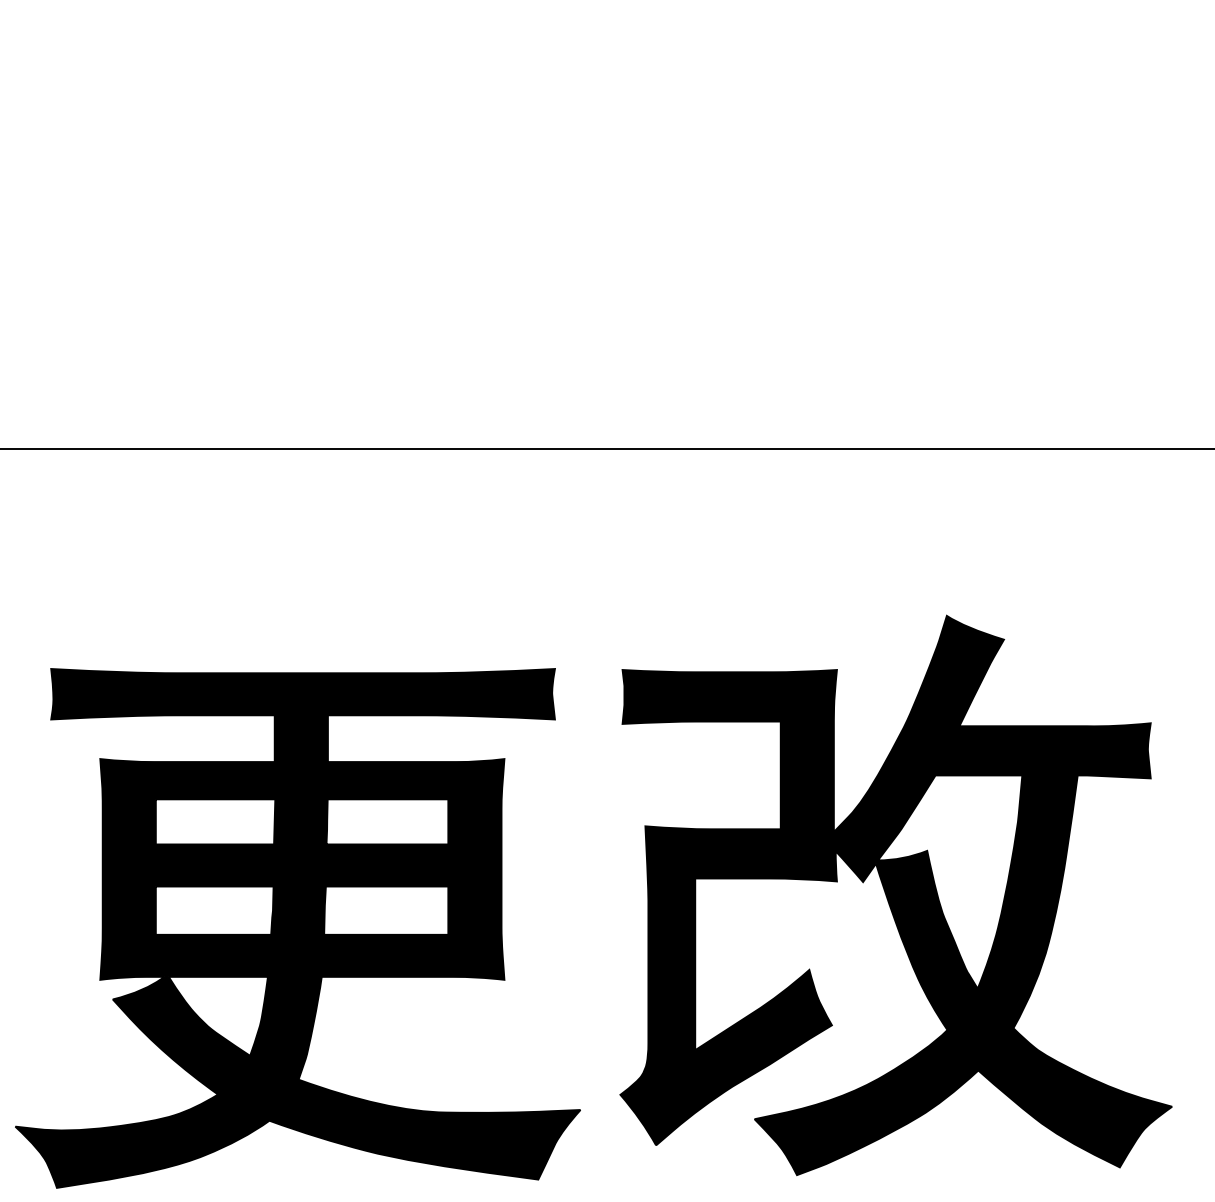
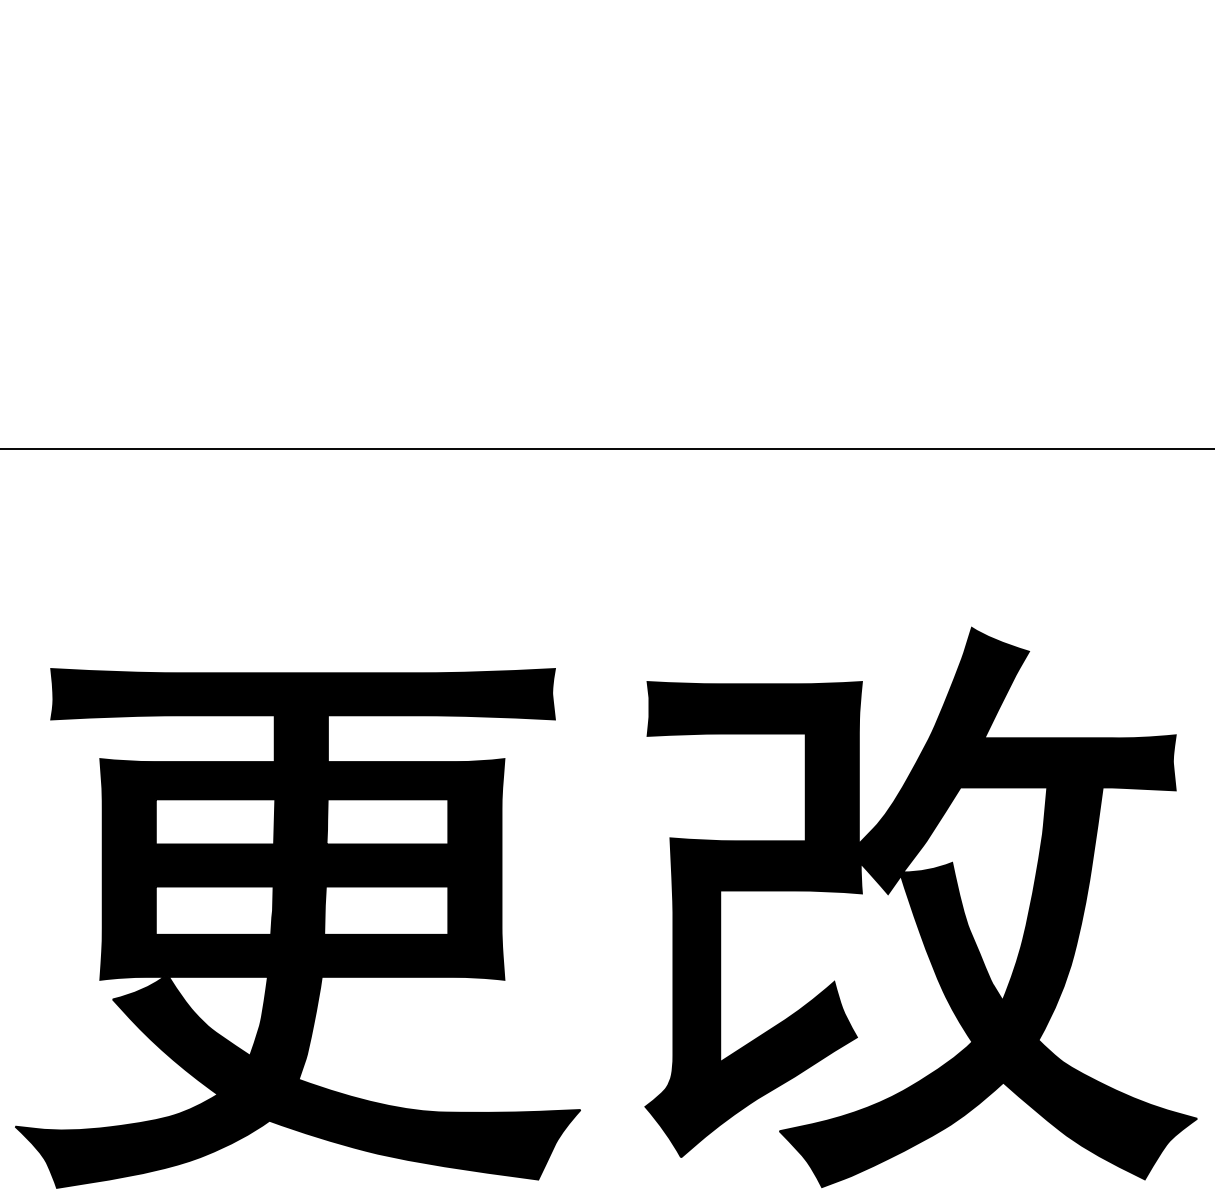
part at (895, 895) position: (895, 895) -> (920, 907)
